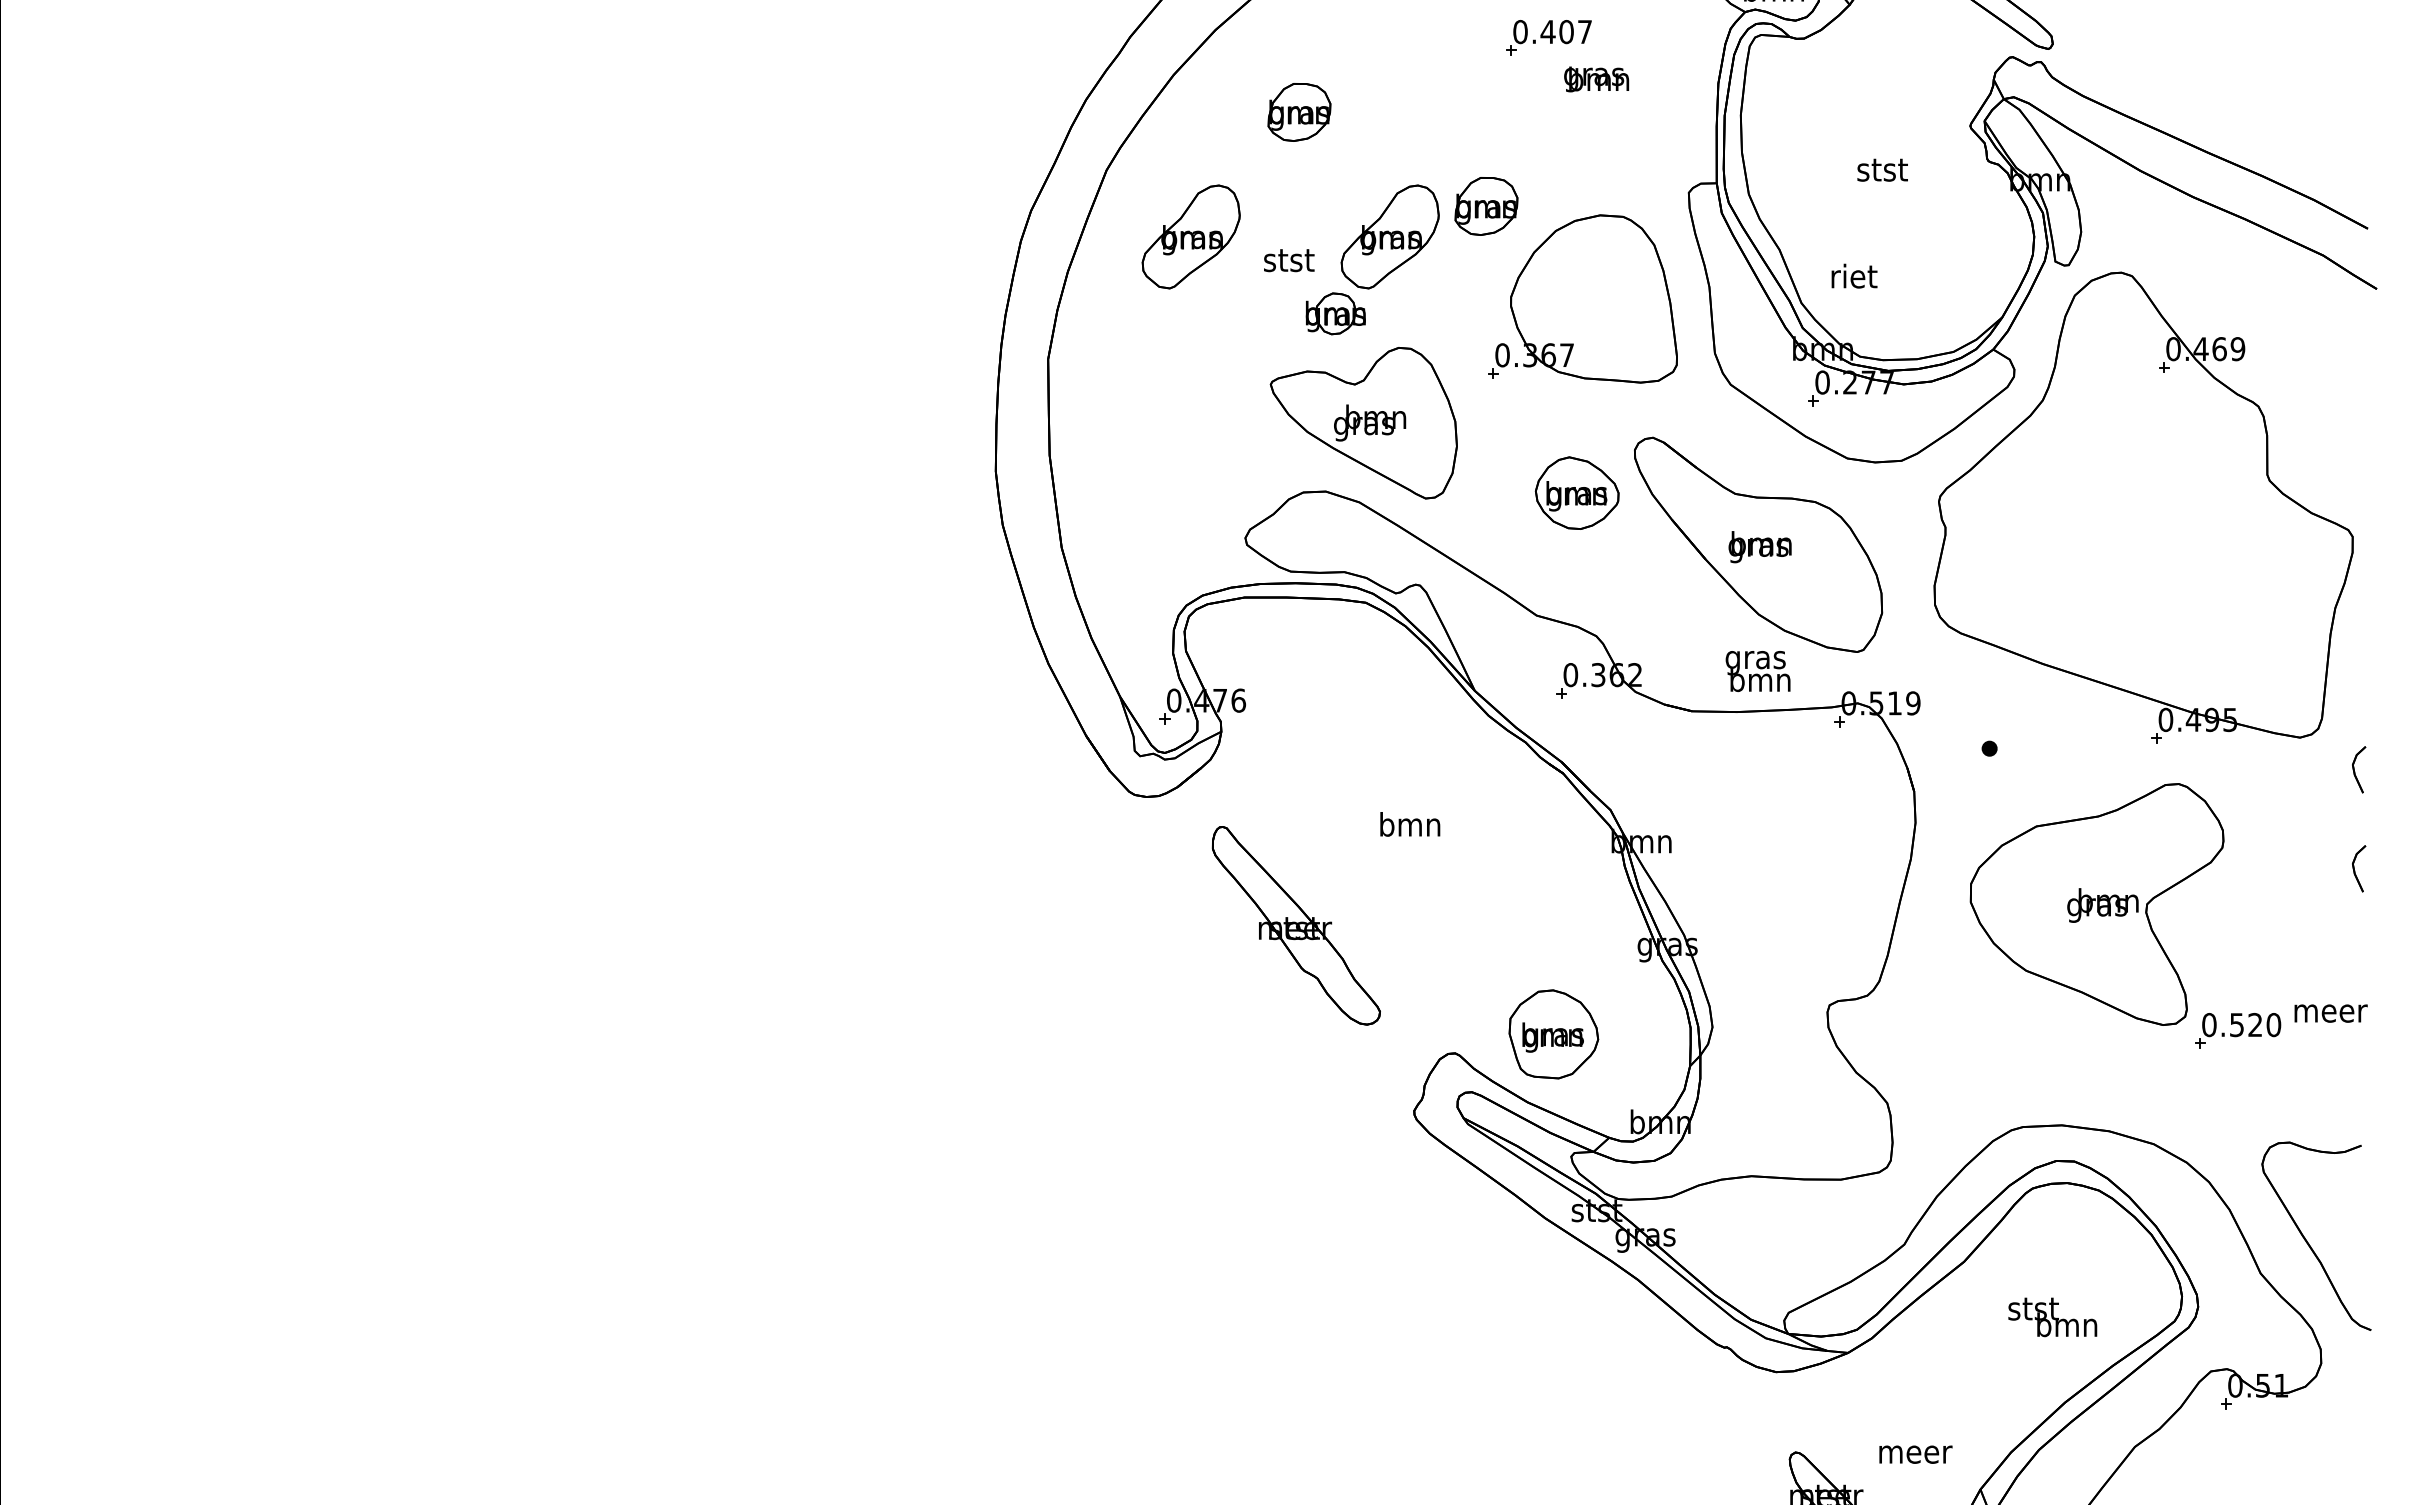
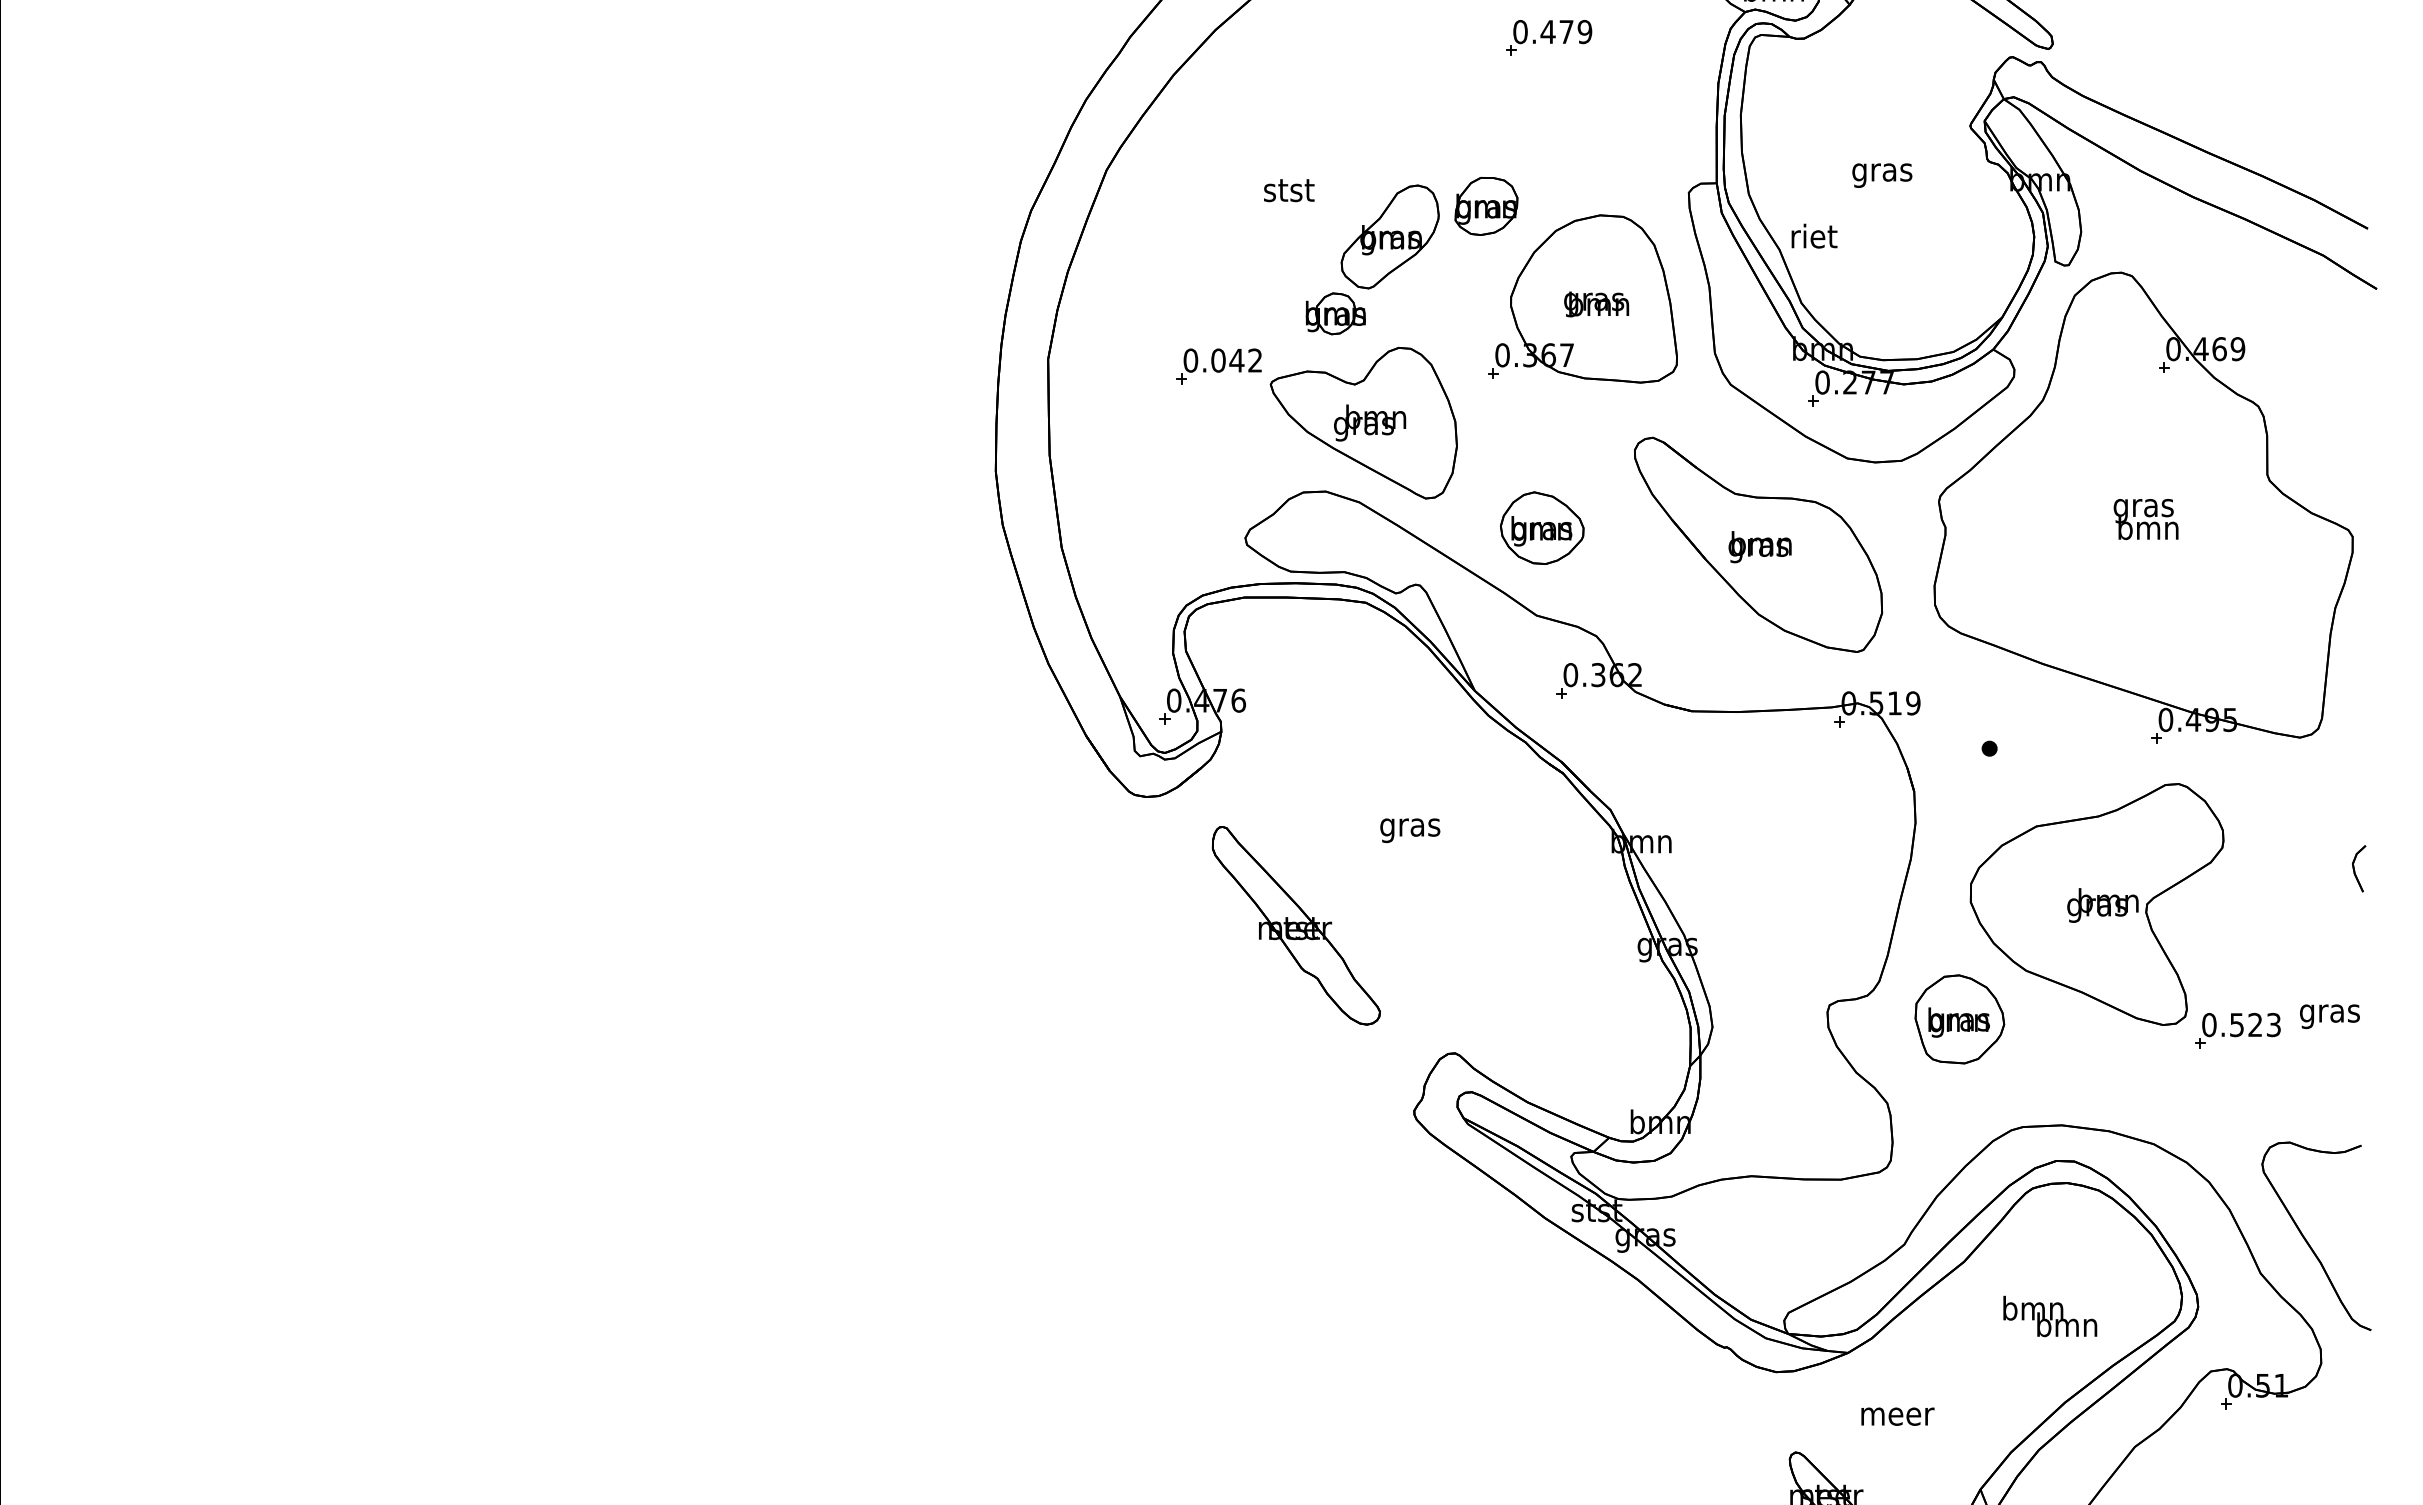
text at (1575, 32): 0.407 -> 0.479
text at (1596, 79) position: (1596, 79) -> (1596, 304)
part at (1299, 112): present -> none
text at (1882, 172): stst -> gras
part at (1190, 236): present -> none
text at (1289, 260) position: (1289, 260) -> (1289, 190)
text at (1854, 275) position: (1854, 275) -> (1814, 235)
part at (1218, 366): none -> present
part at (1576, 492) position: (1576, 492) -> (1541, 527)
text at (1757, 671) position: (1757, 671) -> (2145, 519)
part at (2359, 769): present -> none
text at (1410, 827): bmn -> gras
text at (2330, 1016): meer -> gras
text at (2273, 1025): 0.520 -> 0.523
part at (1553, 1034) position: (1553, 1034) -> (1959, 1019)
text at (2033, 1307): stst -> bmn
text at (1915, 1454) position: (1915, 1454) -> (1897, 1416)
